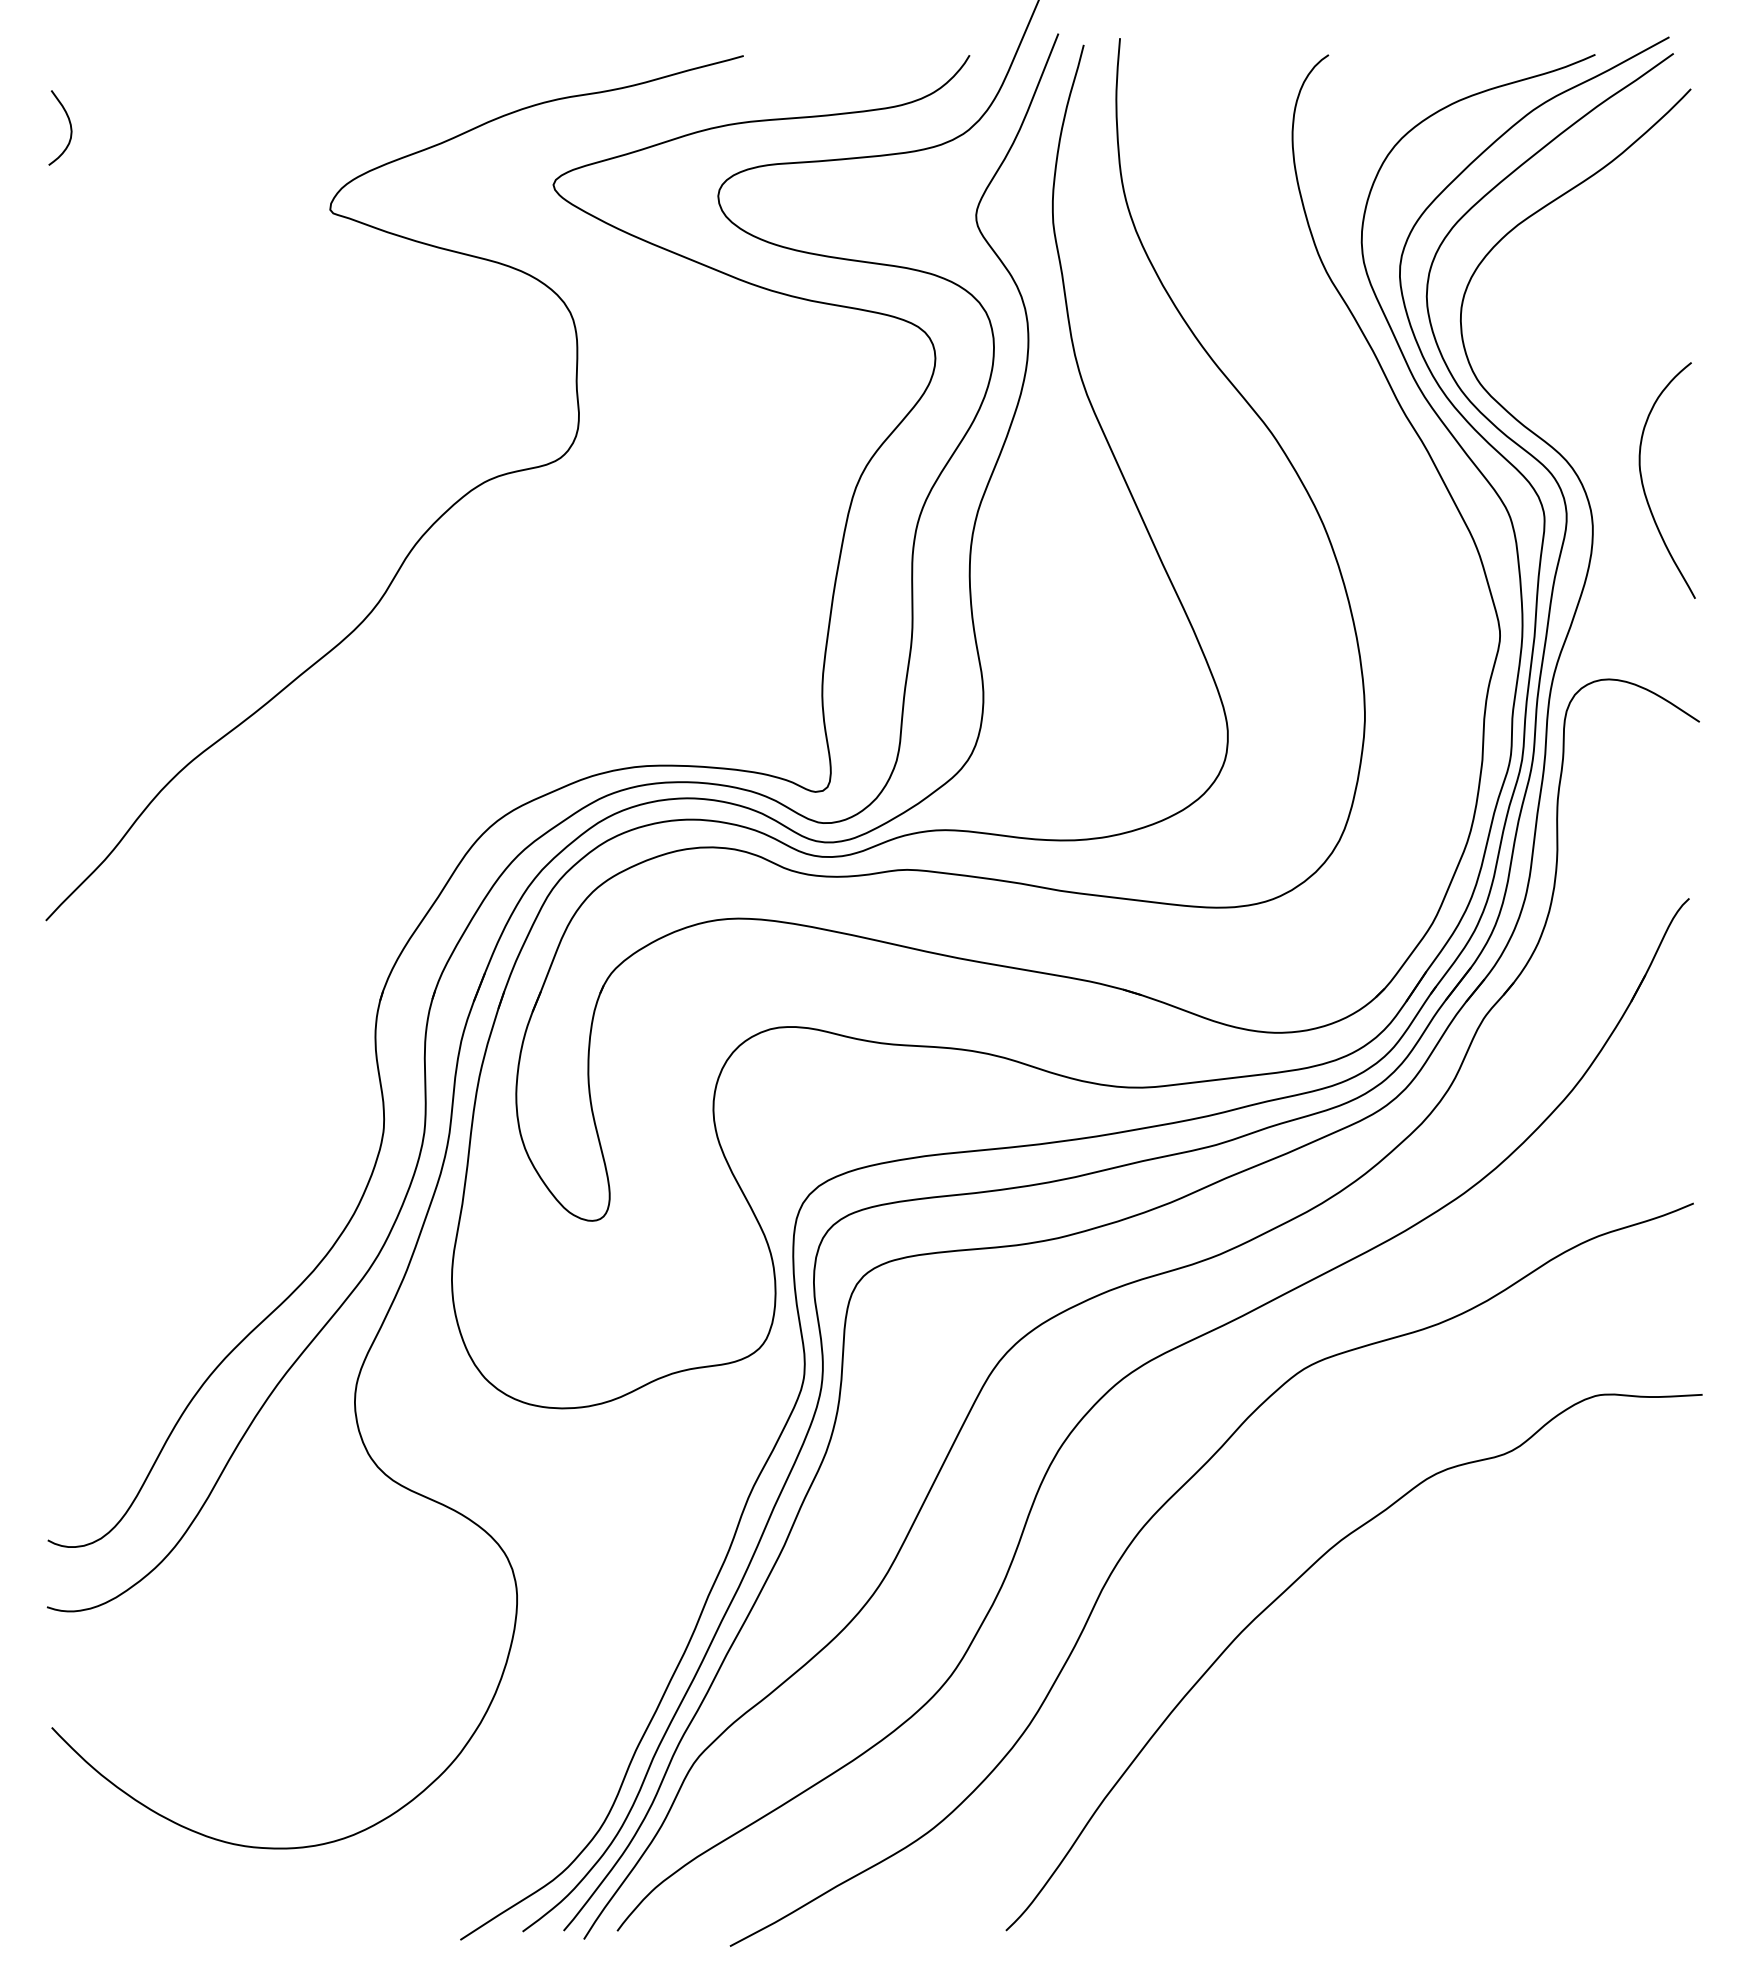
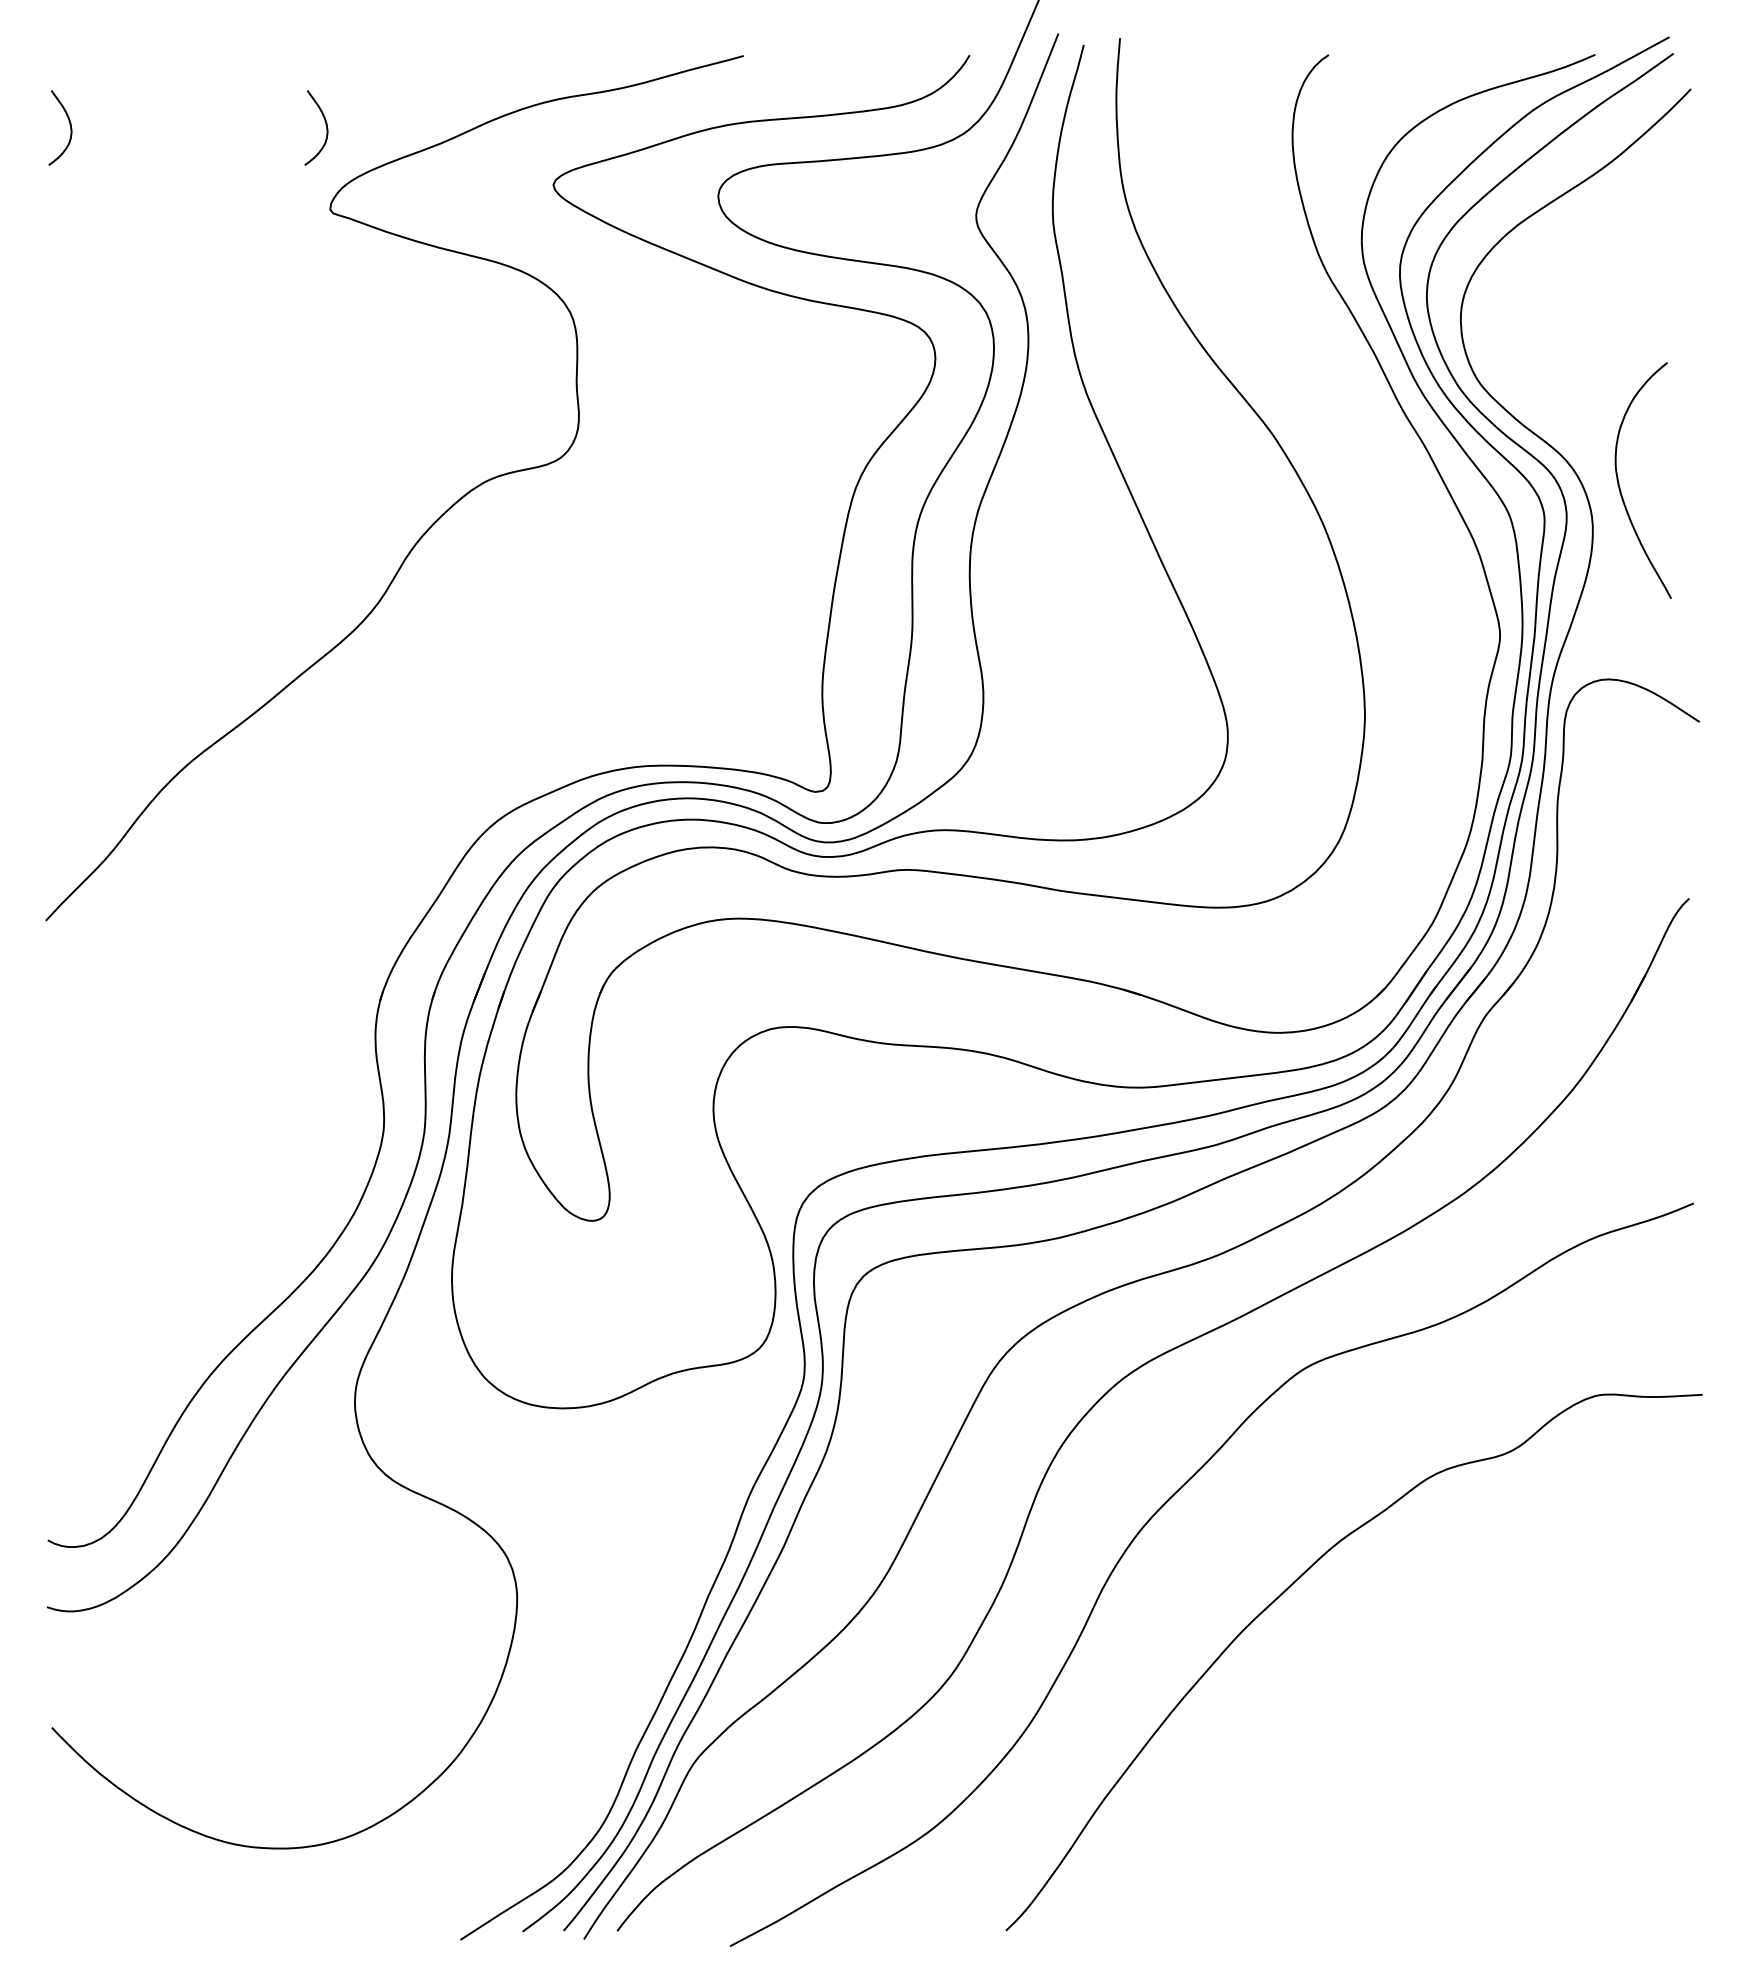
curve at (325, 124): none -> present
curve at (1644, 487) position: (1644, 487) -> (1620, 487)
